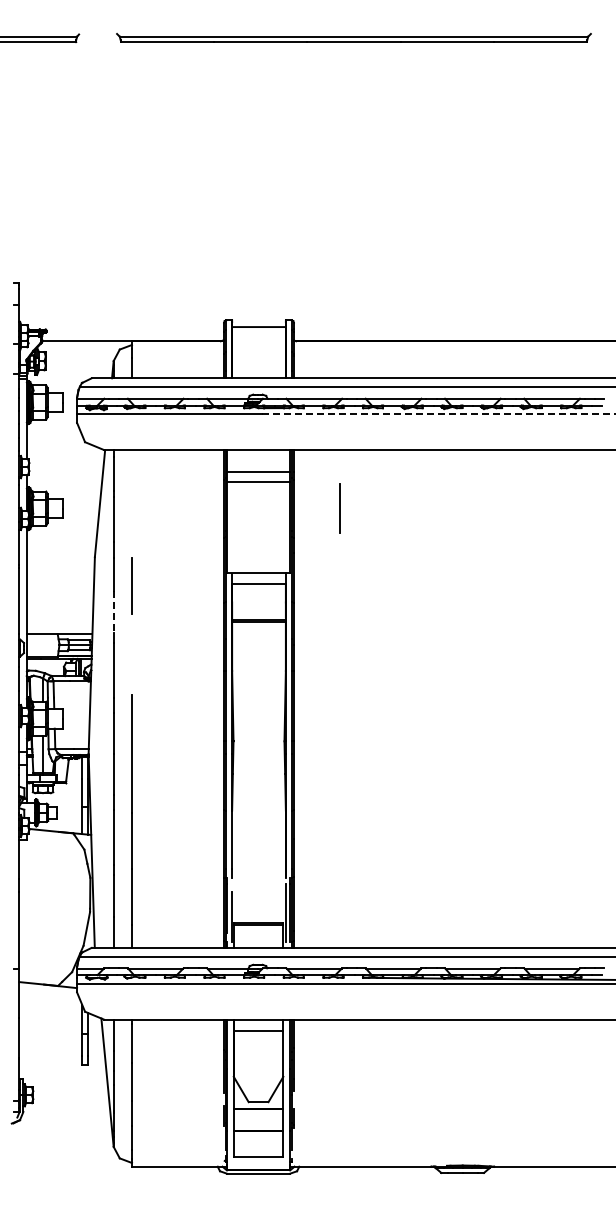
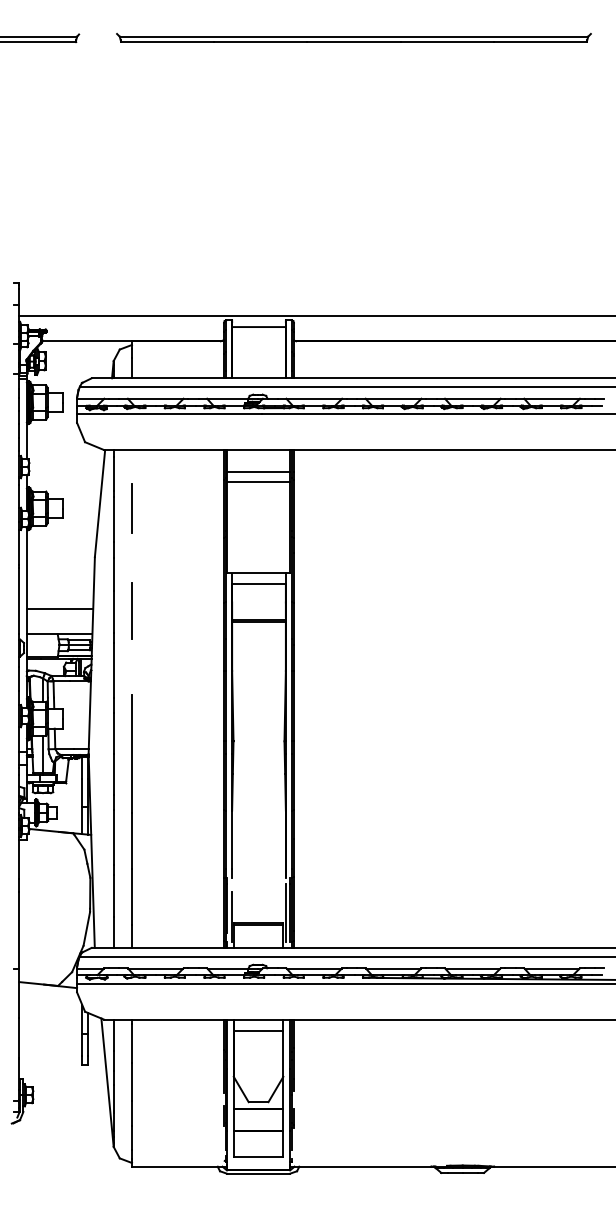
line at (315, 315): none -> present
line at (438, 414): dashed -> solid
line at (339, 508) position: (339, 508) -> (131, 508)
line at (131, 585) position: (131, 585) -> (131, 610)
line at (59, 608): none -> present
line at (113, 612): dashed -> solid
